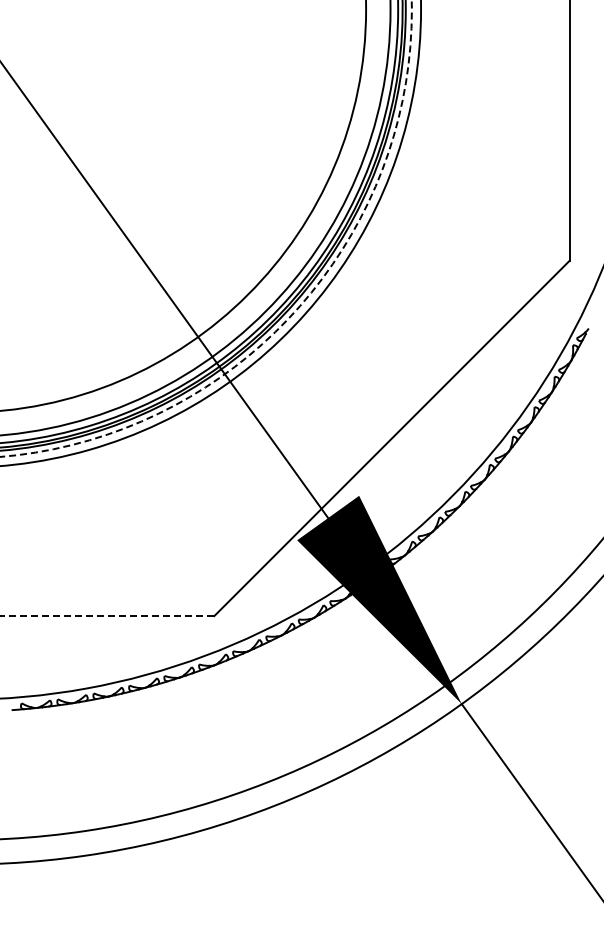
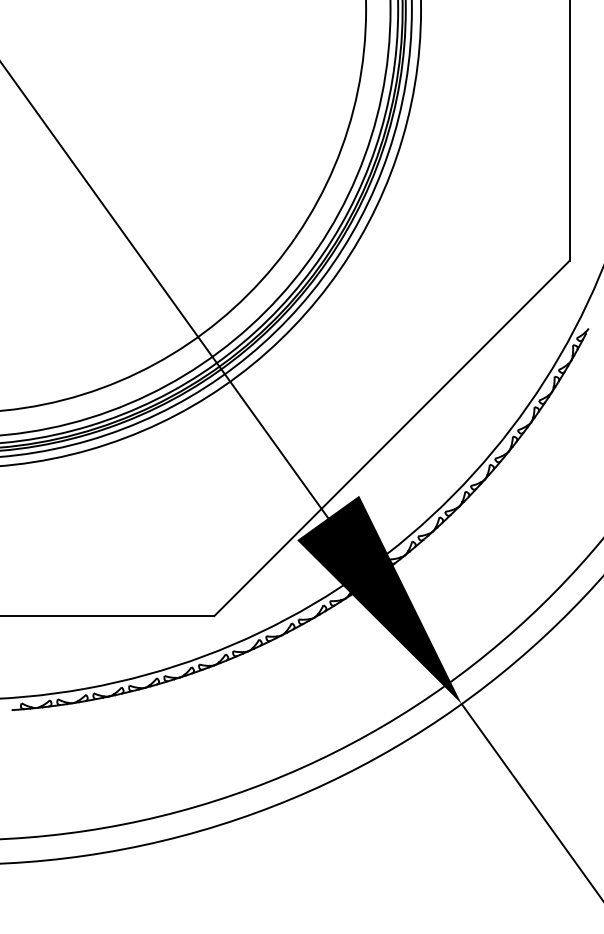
arc at (295, 310): dashed -> solid
line at (107, 616): dashed -> solid
